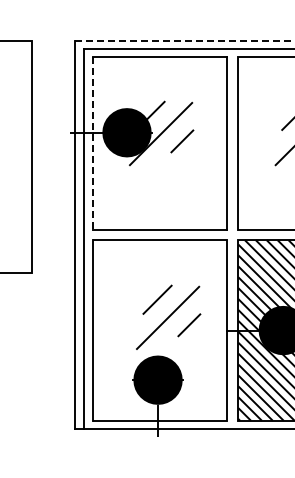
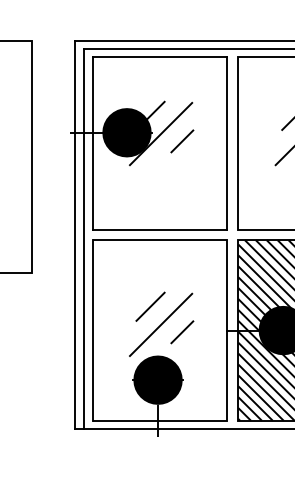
line at (185, 40): dashed -> solid
line at (92, 144): dashed -> solid
part at (168, 316) position: (168, 316) -> (161, 323)
